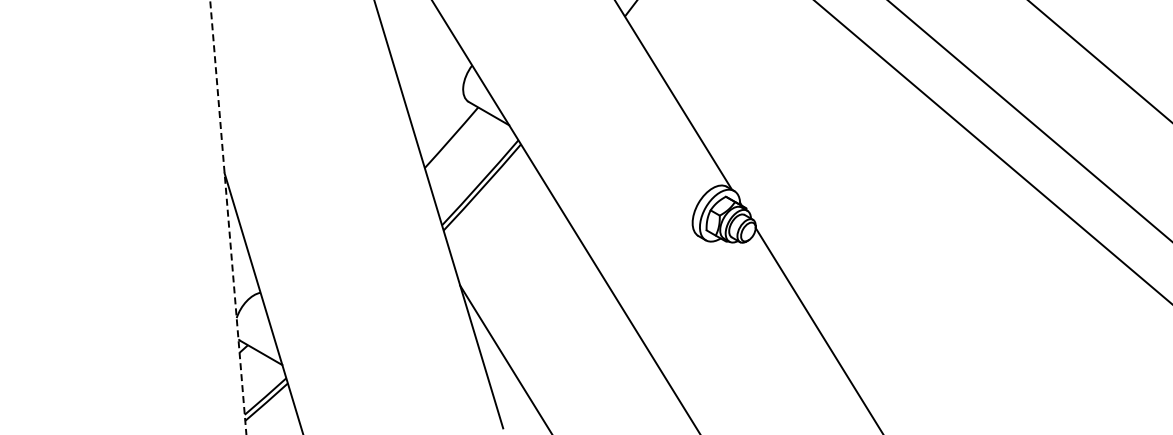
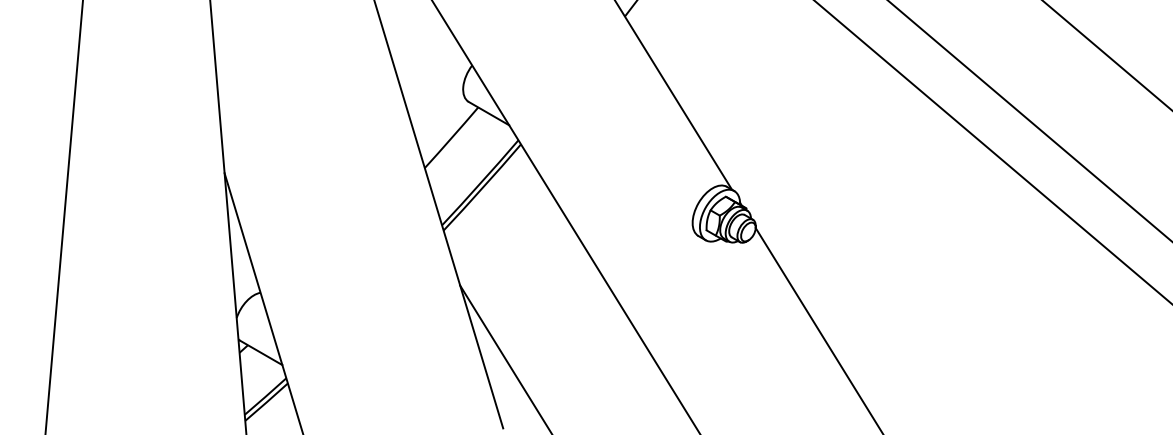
line at (1099, 61) position: (1099, 61) -> (1106, 55)
line at (63, 216): none -> present
line at (228, 217): dashed -> solid
